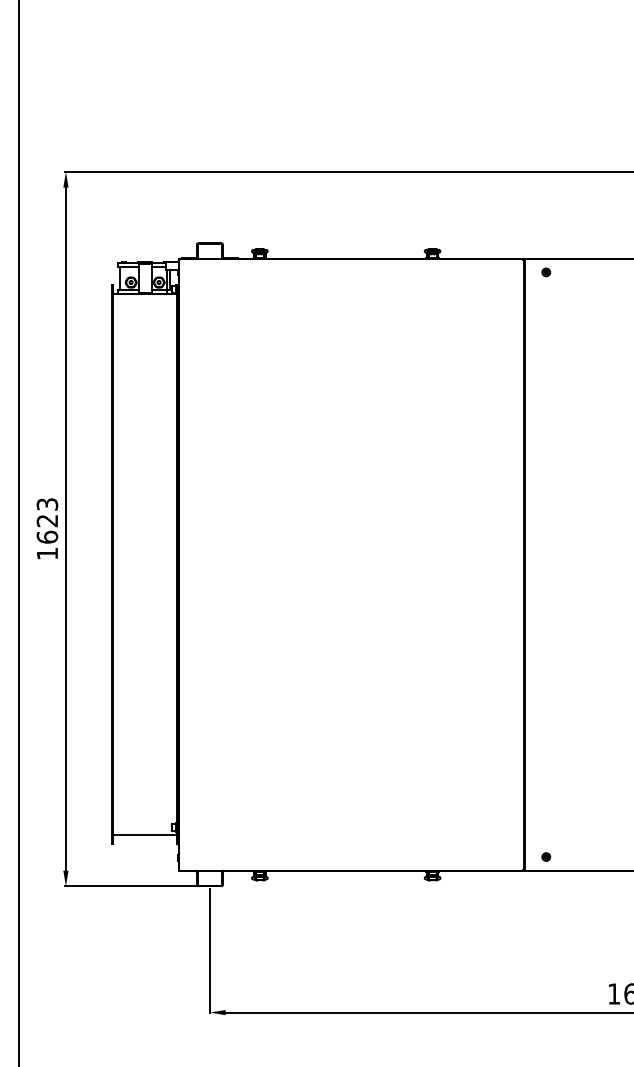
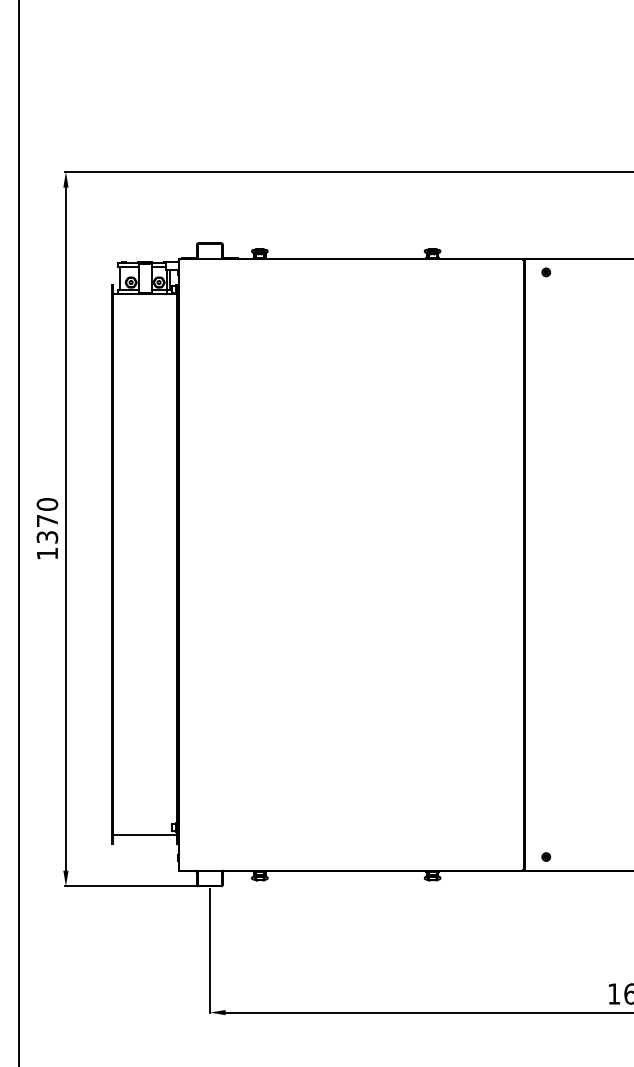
text at (47, 520): 1623 -> 1370
